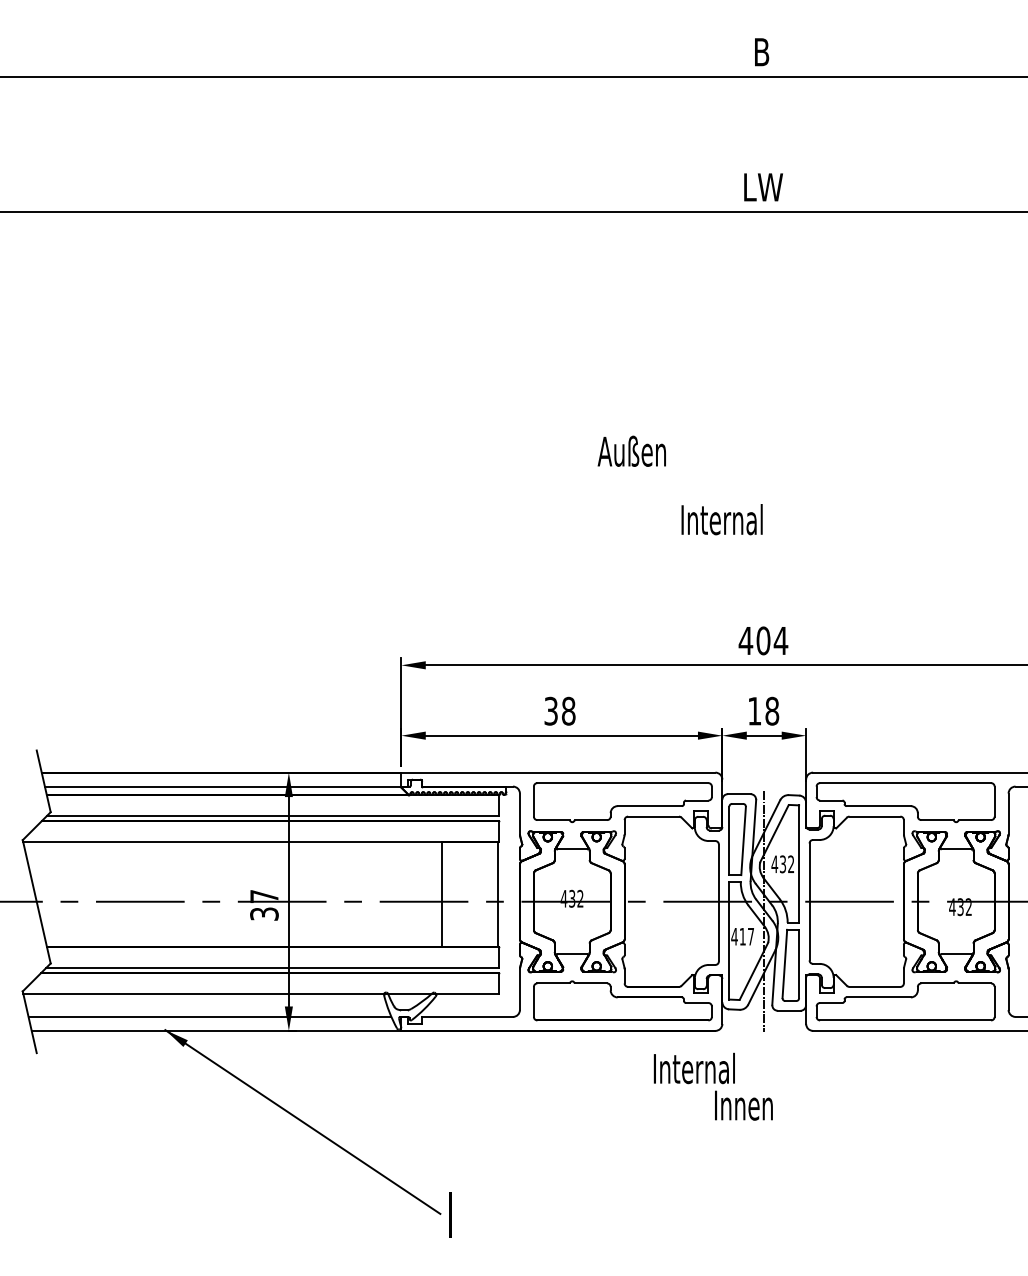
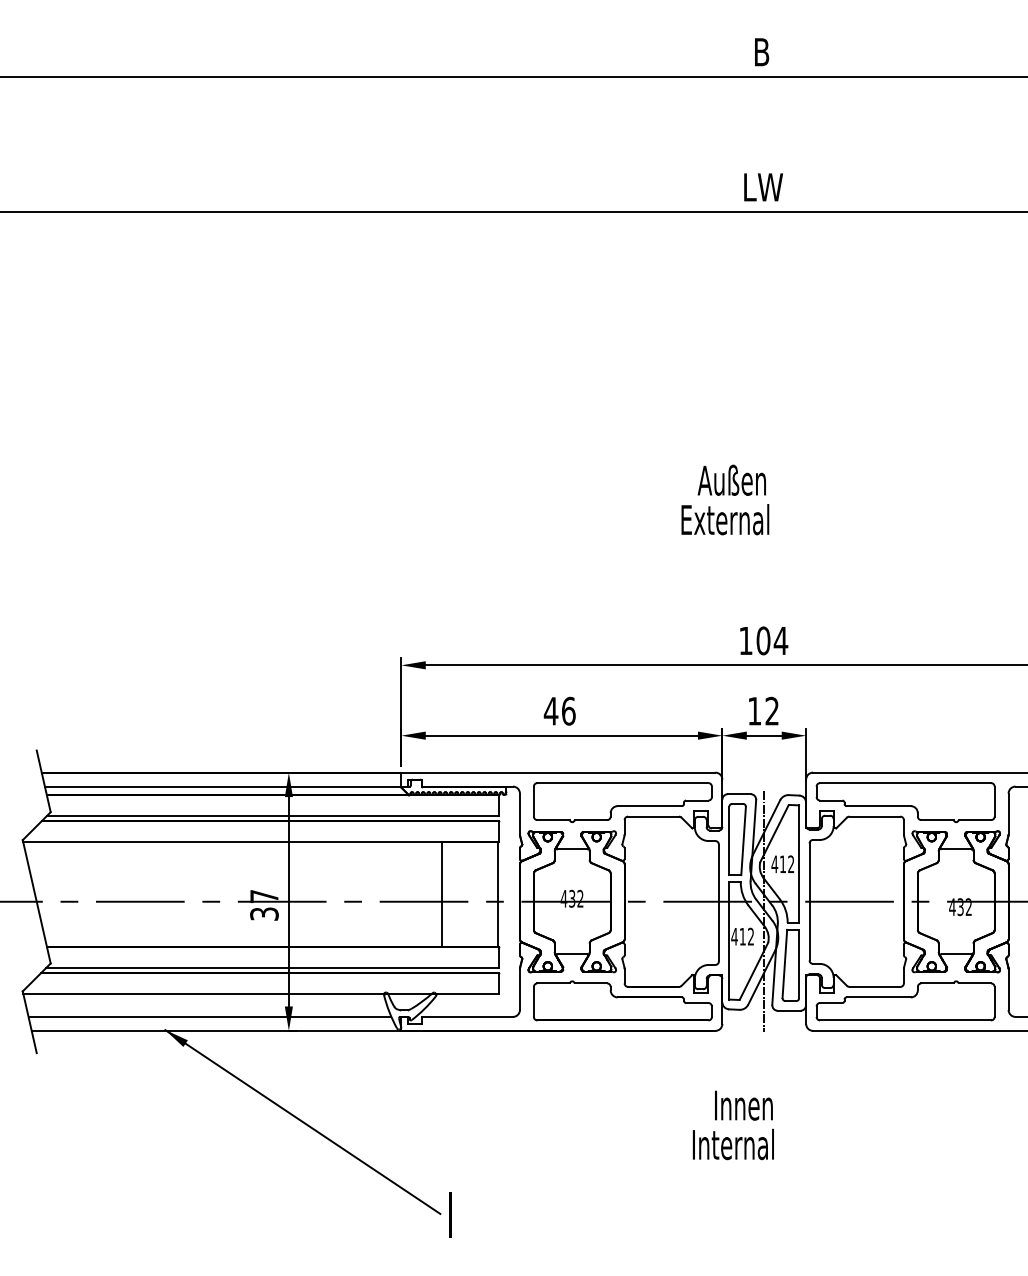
text at (631, 450) position: (631, 450) -> (731, 479)
text at (726, 519): Internal -> External
text at (745, 640): 404 -> 104
text at (559, 710): 38 -> 46
text at (772, 711): 18 -> 12
text at (783, 864): 432 -> 412
text at (750, 936): 417 -> 412
text at (693, 1068) position: (693, 1068) -> (732, 1144)
